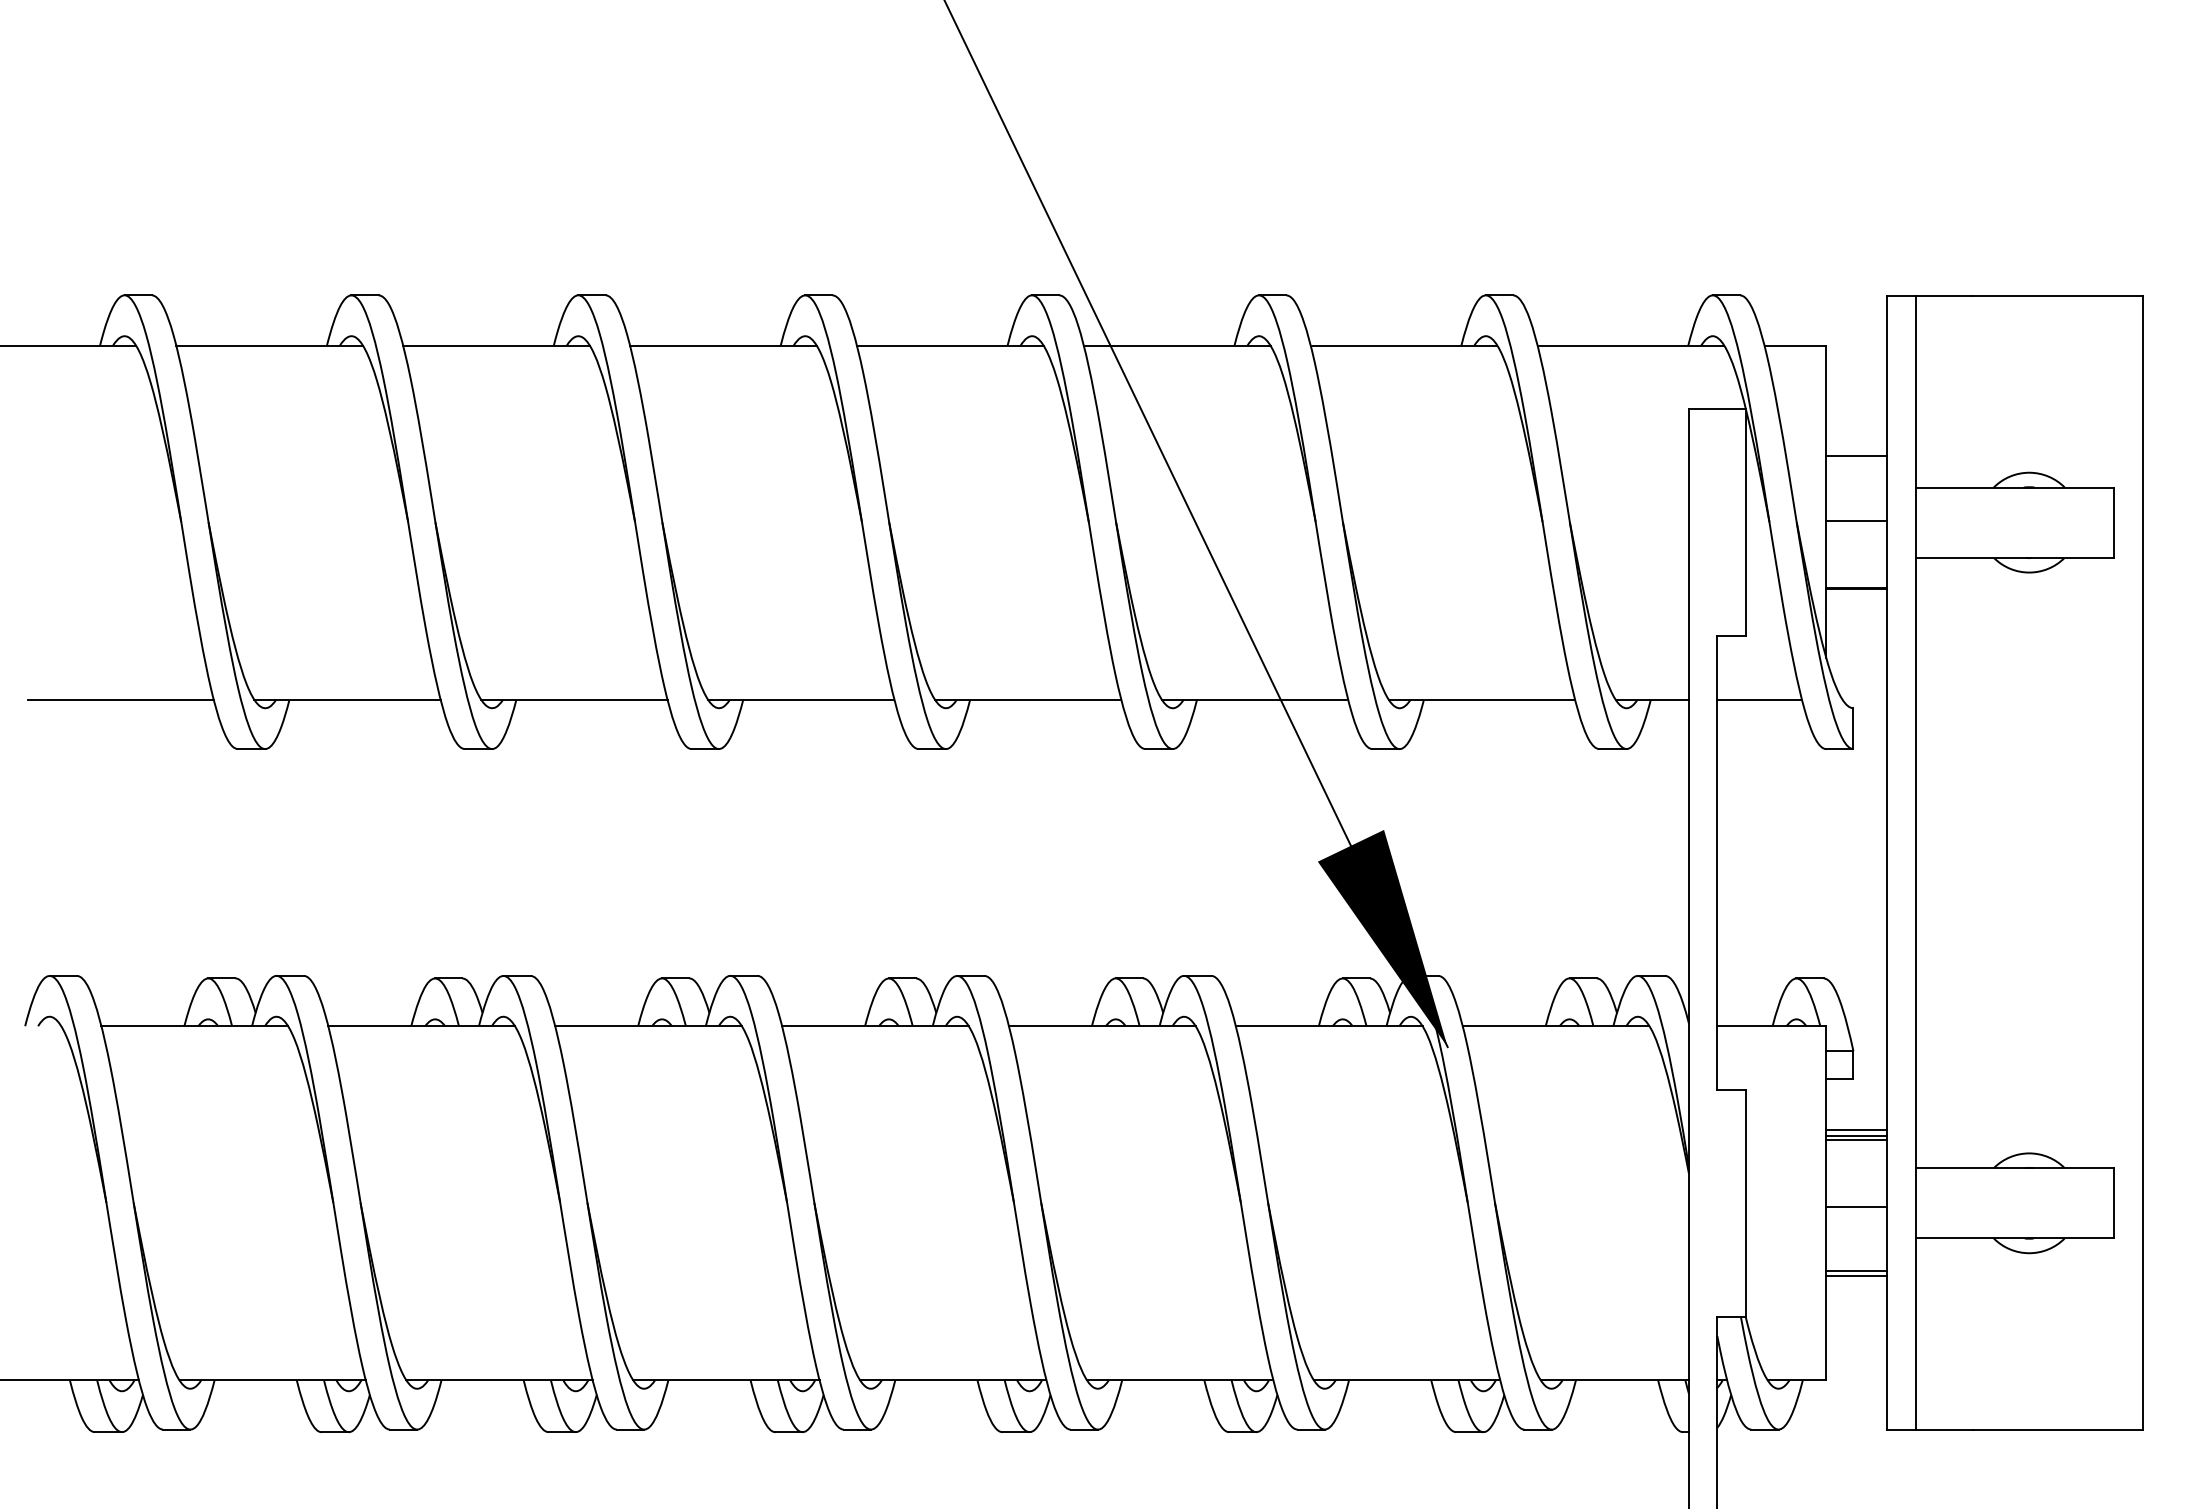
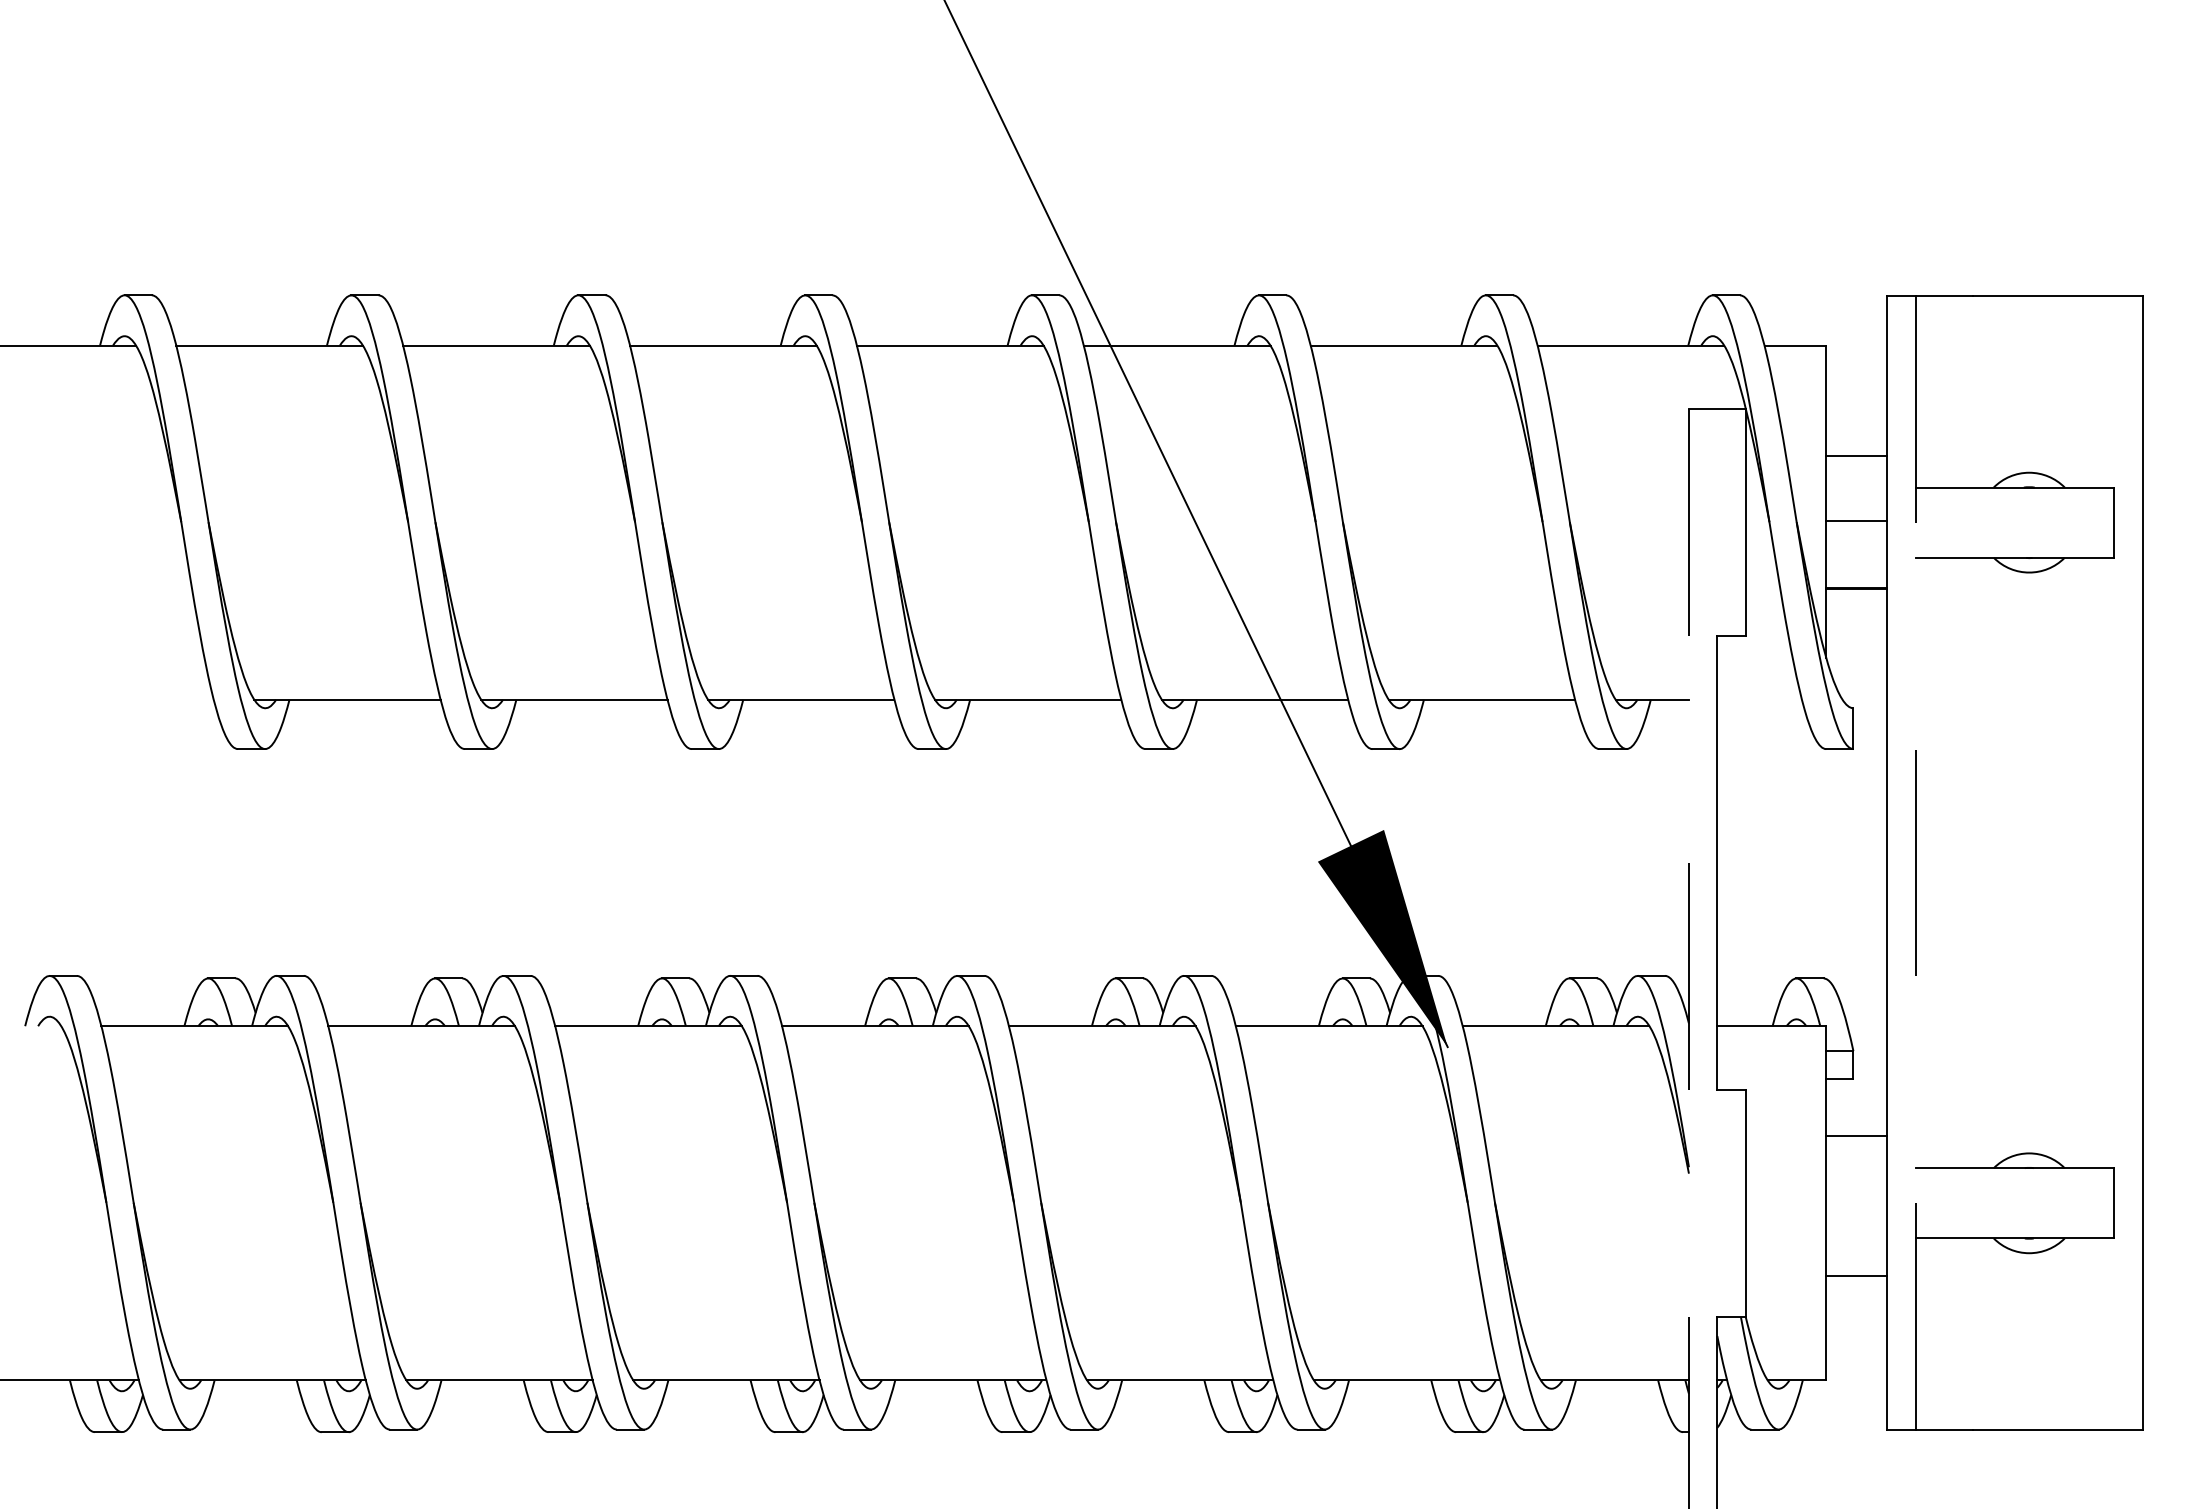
line at (120, 699): present -> none
line at (1759, 699): present -> none
line at (1915, 862): solid -> dashed
line at (1688, 959): solid -> dashed
line at (1856, 1130): present -> none
line at (1856, 1139): present -> none
line at (1856, 1207): present -> none
line at (1856, 1271): present -> none
